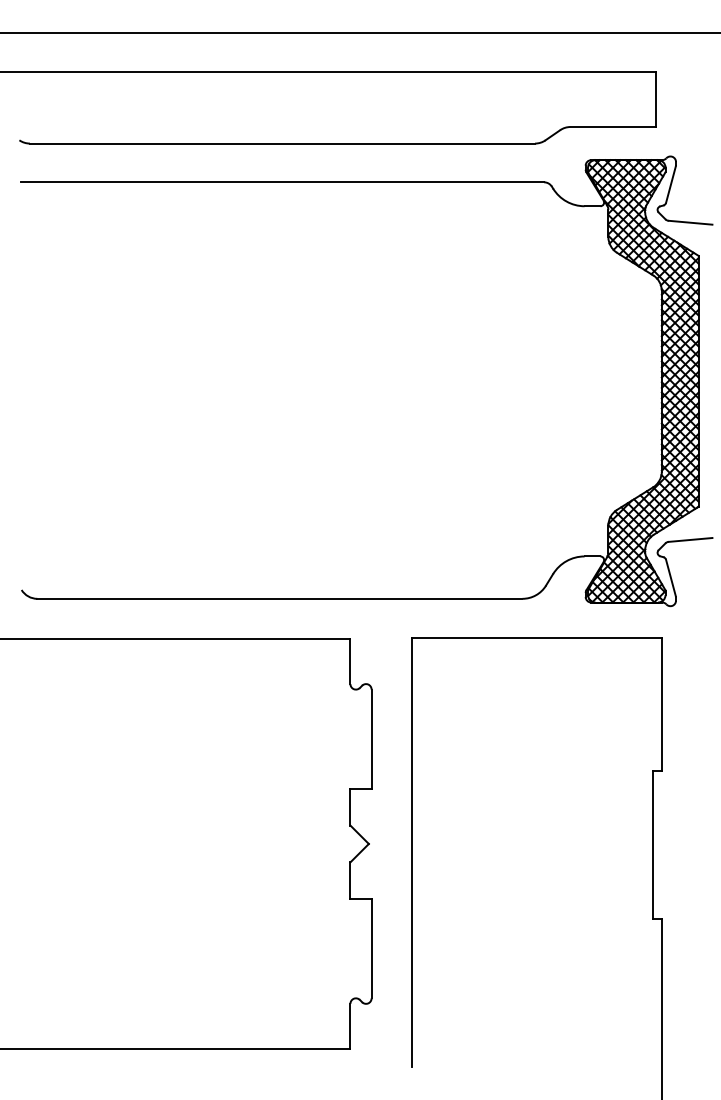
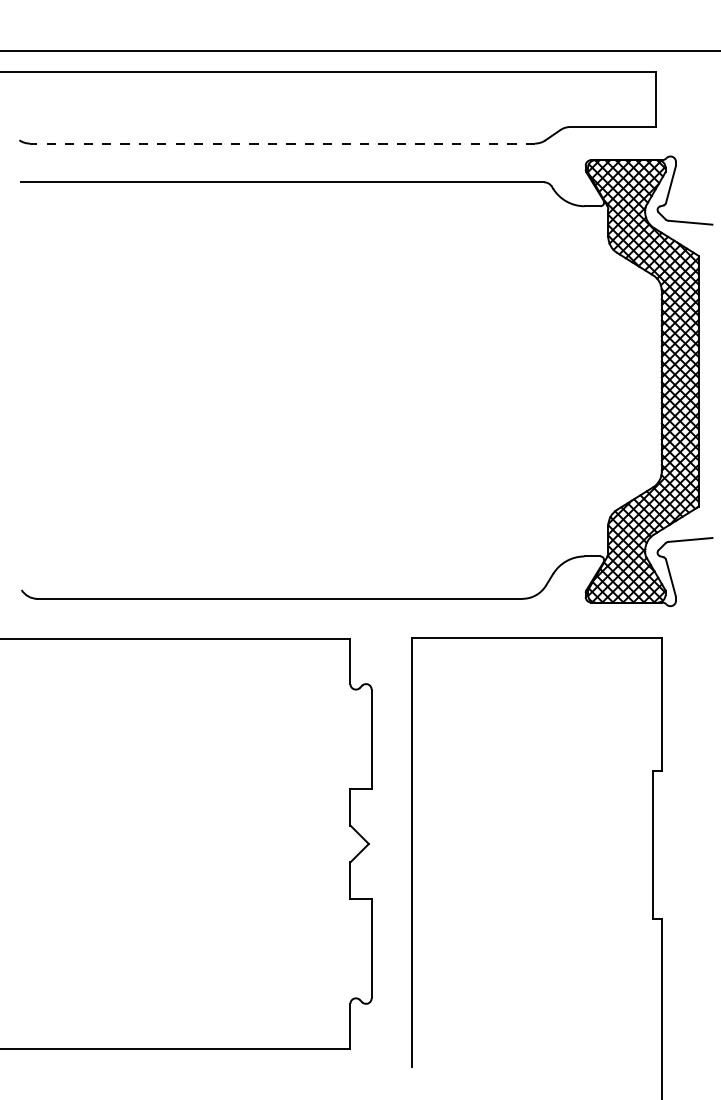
line at (359, 33) position: (359, 33) -> (359, 51)
line at (282, 143): solid -> dashed
